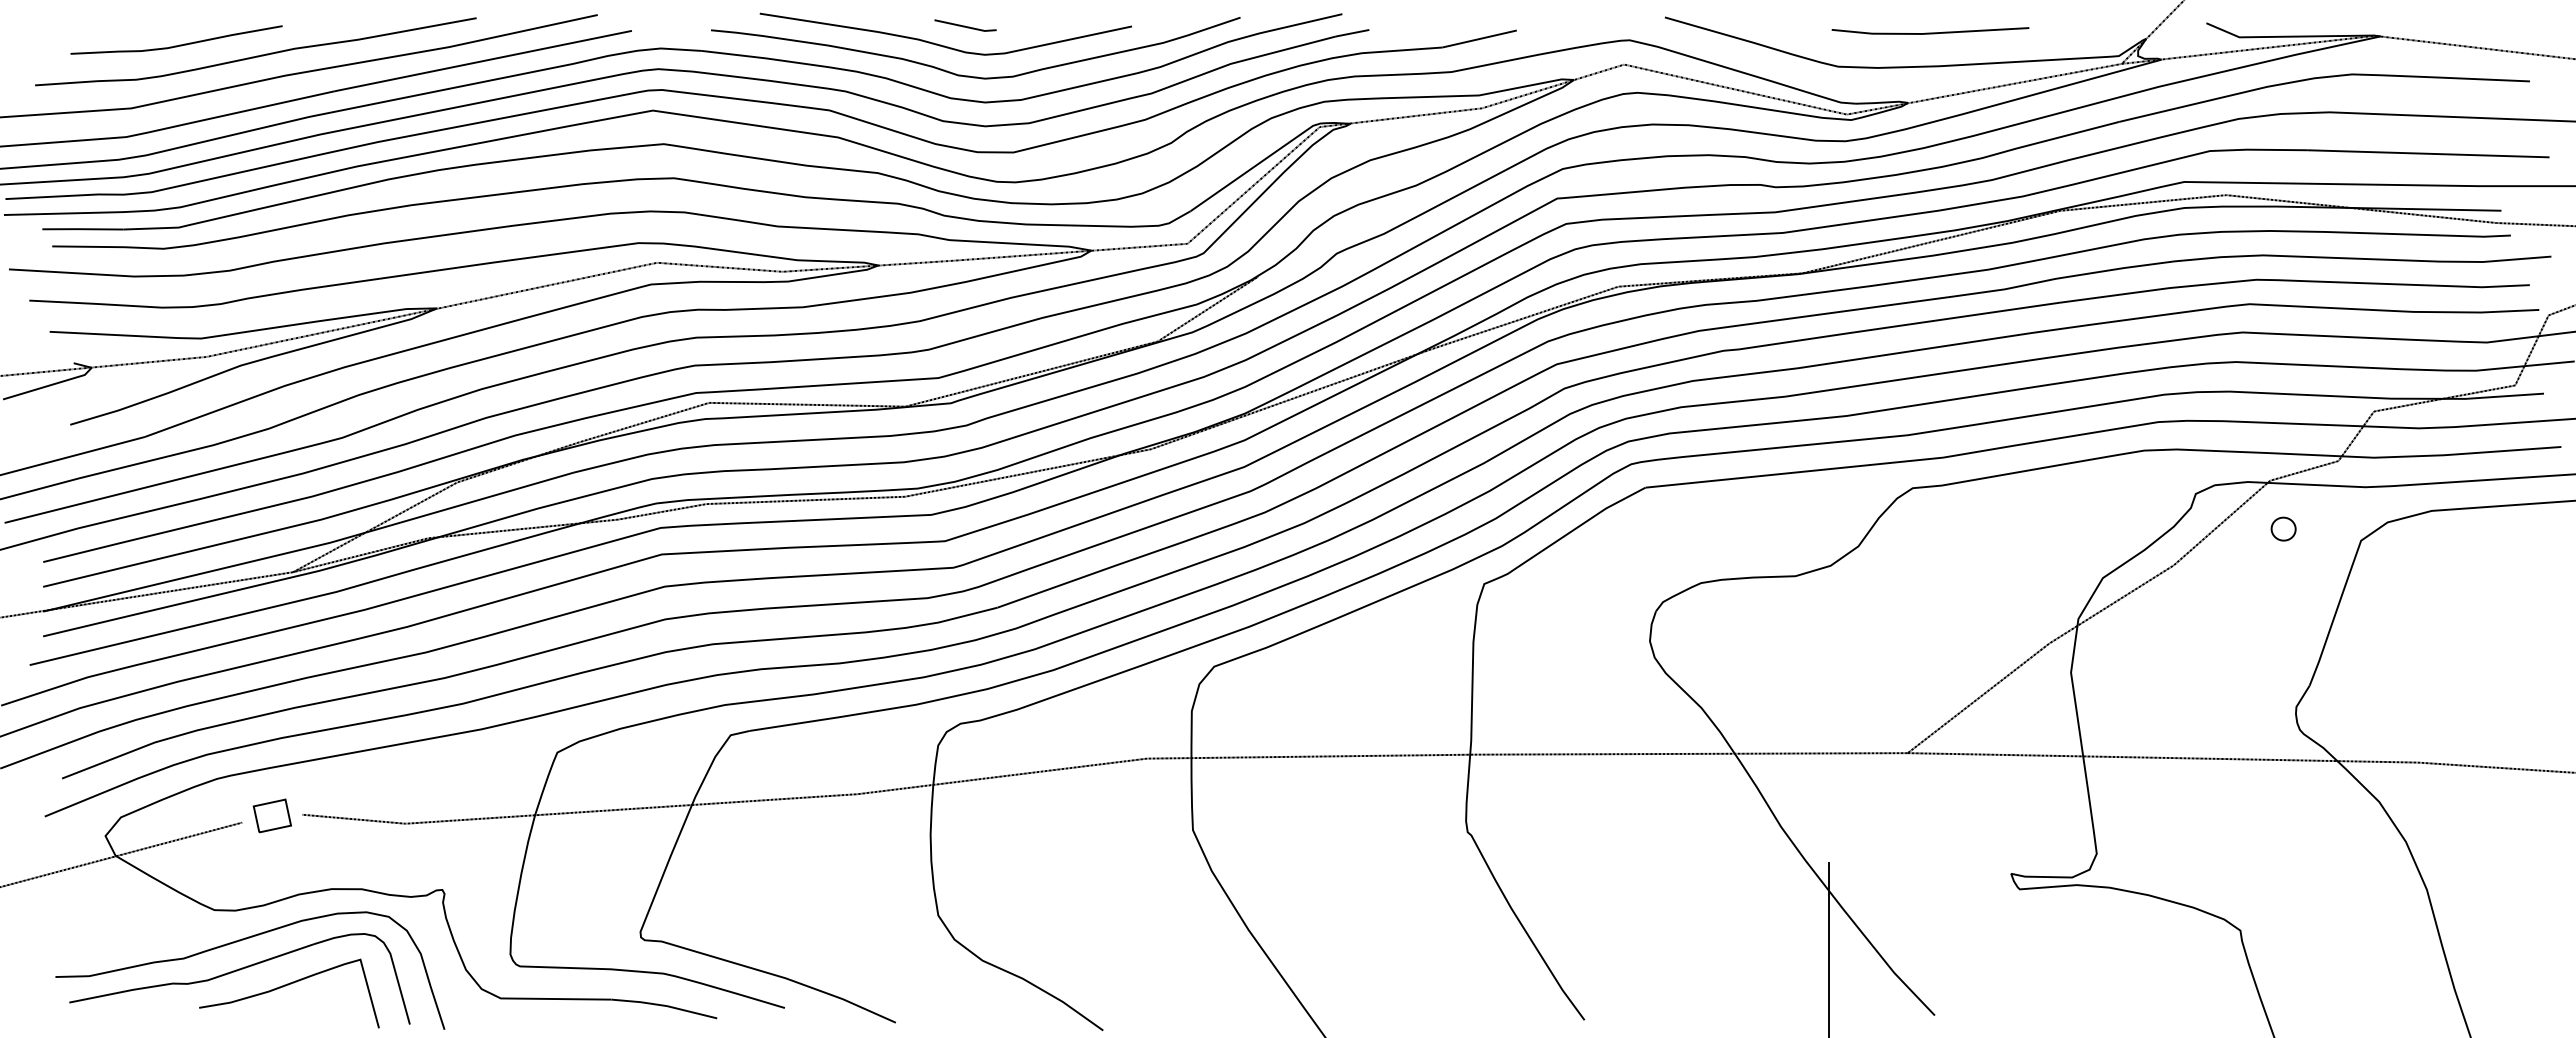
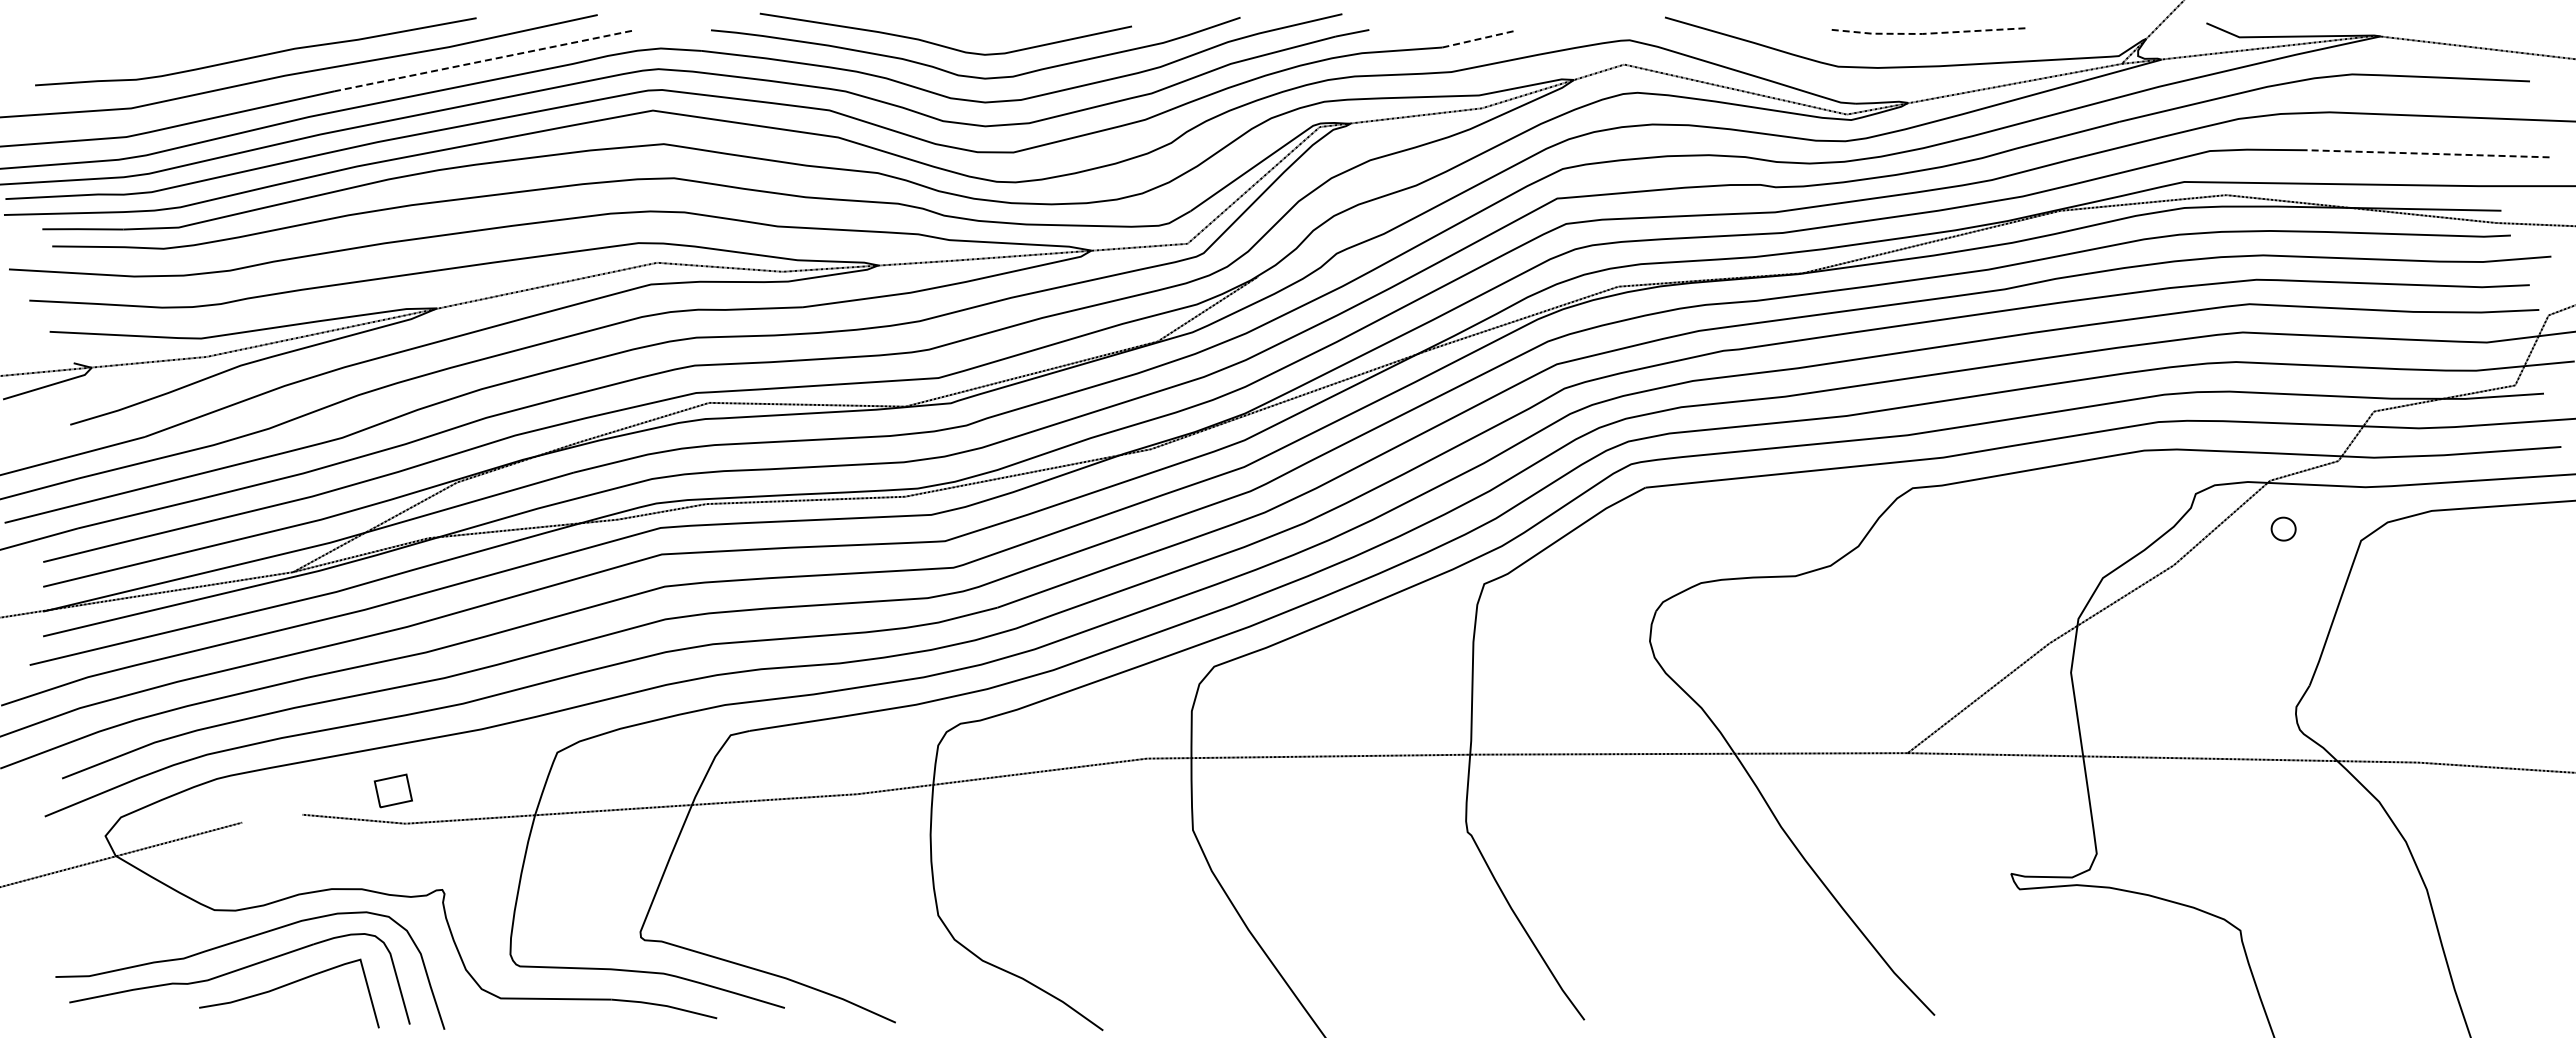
line at (965, 25): present -> none
line at (1929, 33): solid -> dashed
line at (1480, 38): solid -> dashed
curve at (179, 44): present -> none
line at (483, 61): solid -> dashed
line at (2427, 153): solid -> dashed
part at (271, 815) position: (271, 815) -> (392, 790)
line at (1829, 948): present -> none
